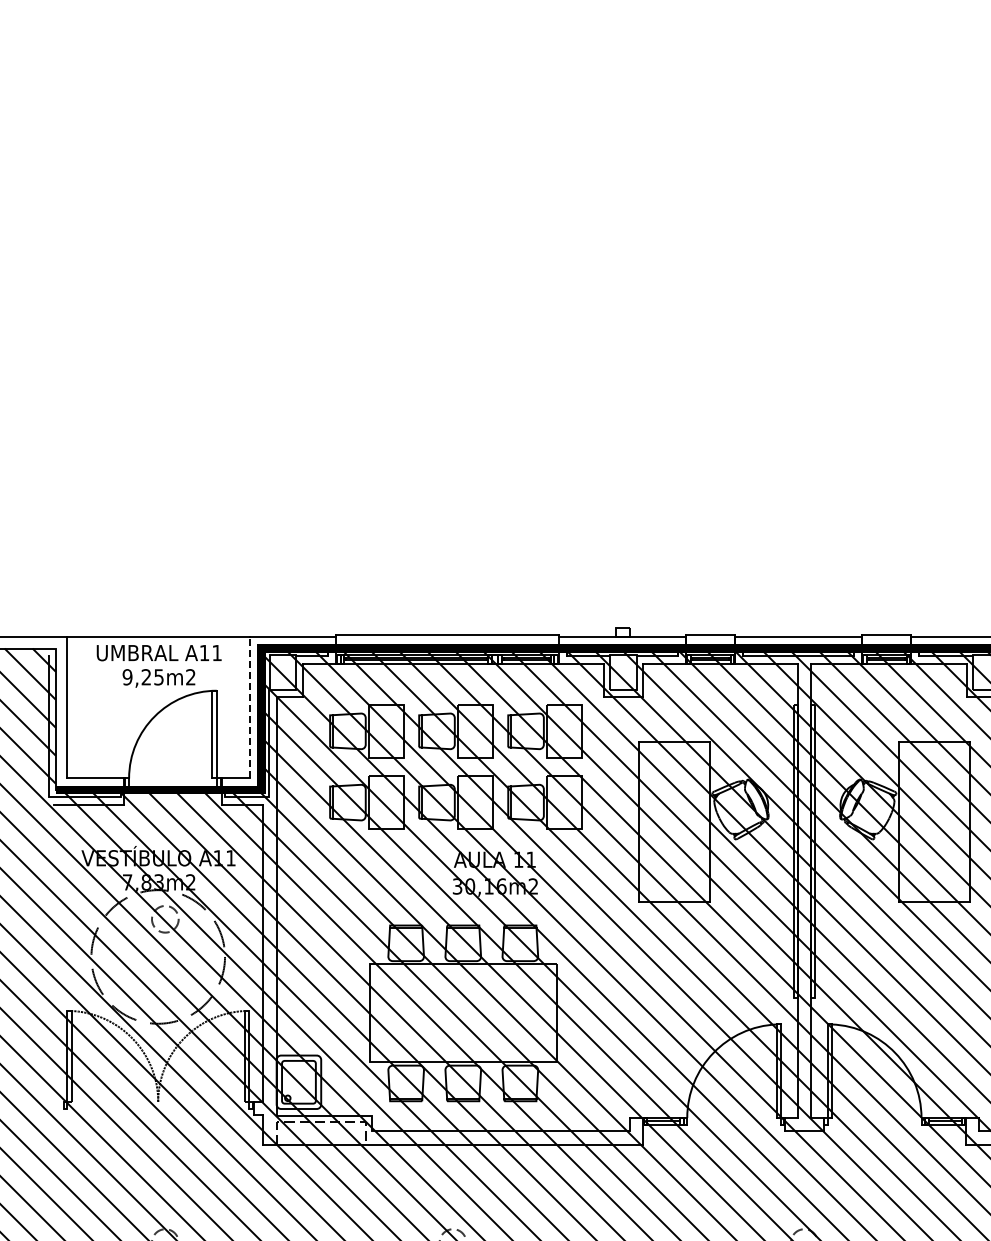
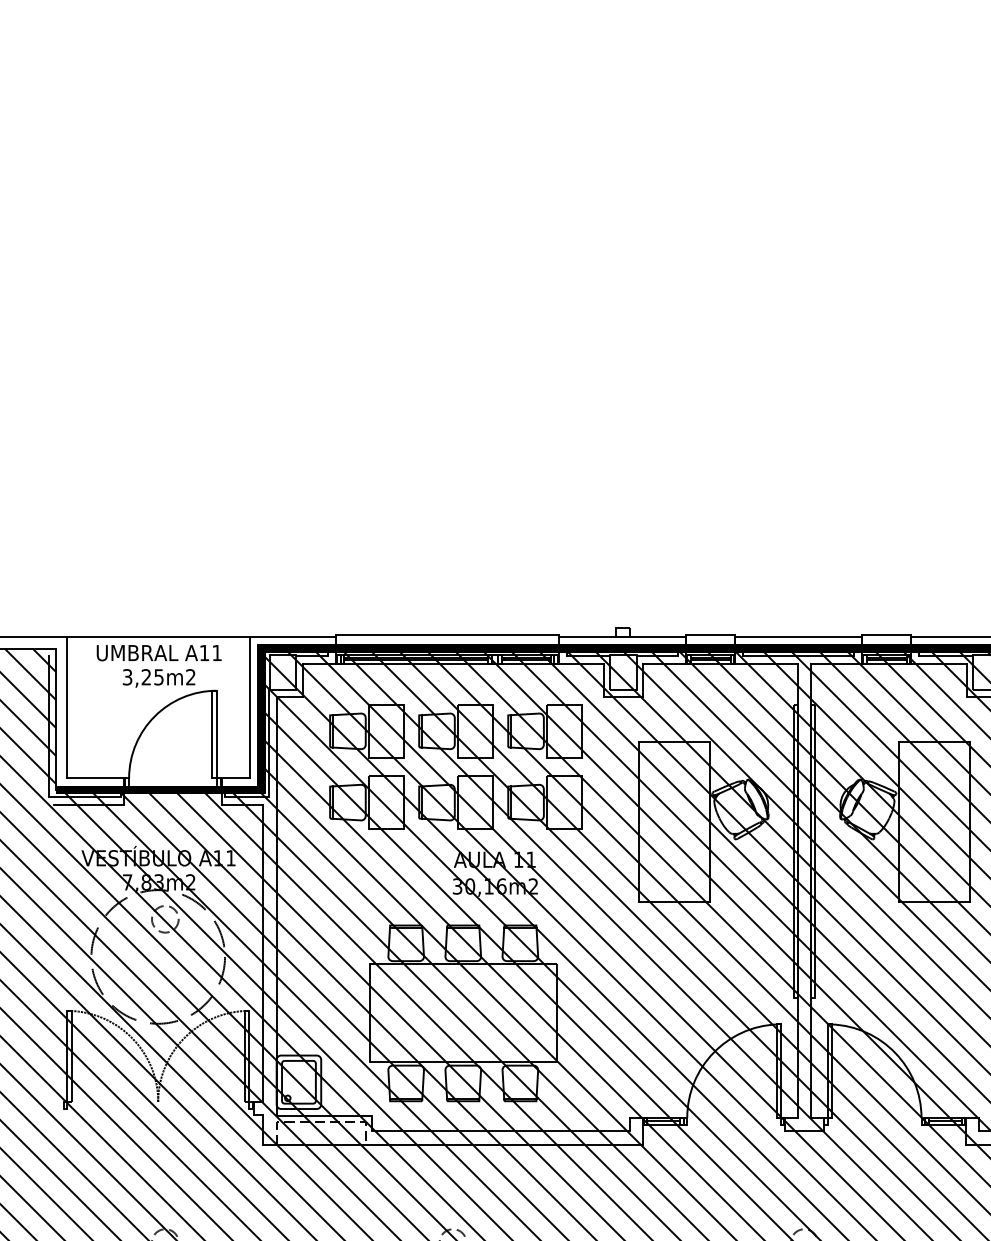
text at (127, 677): 9,25m2 -> 3,25m2
line at (249, 707): dashed -> solid
